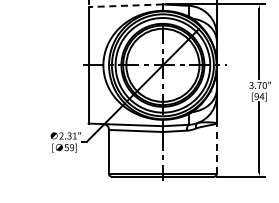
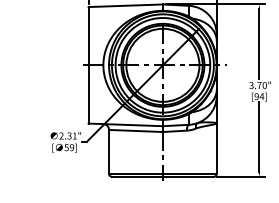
line at (125, 5): dashed -> solid
line at (216, 148): dashed -> solid
